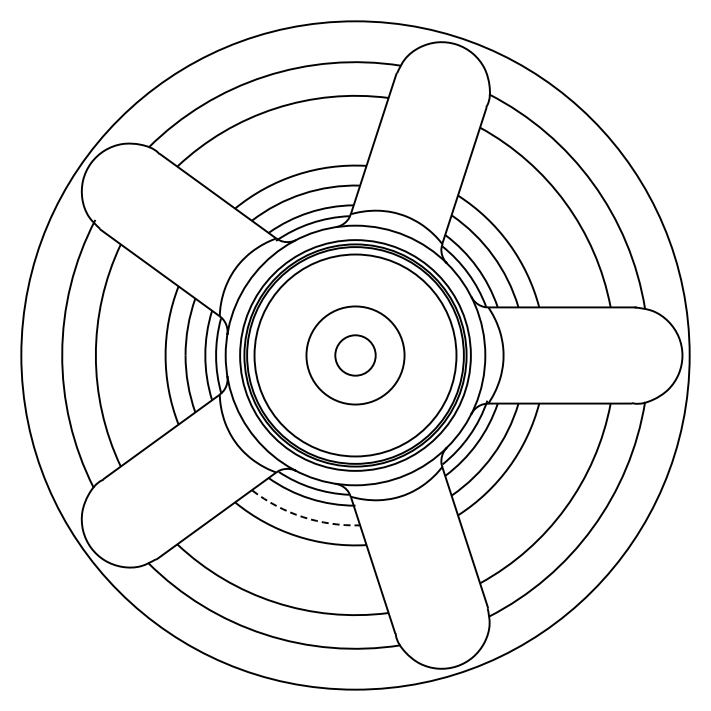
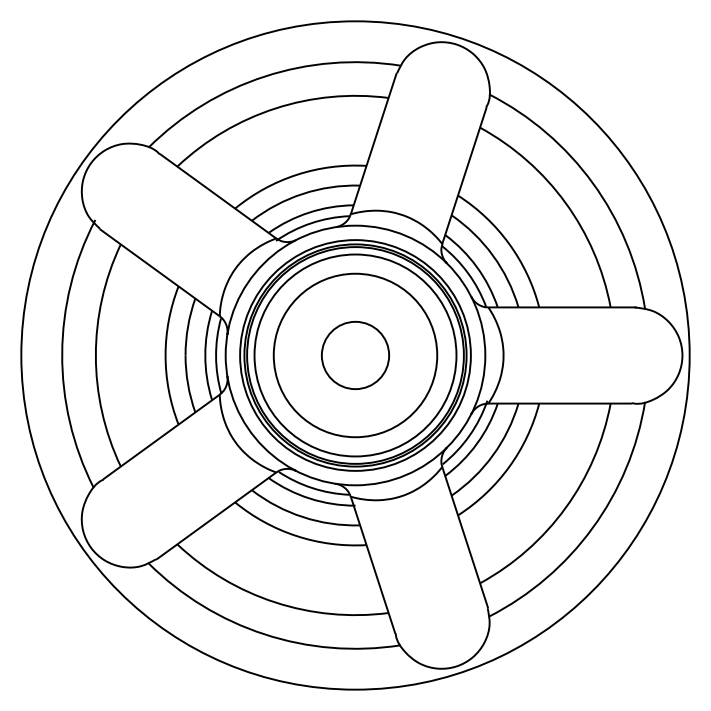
circle at (355, 355) diameter: 40 px -> 67 px
circle at (355, 355) diameter: 98 px -> 163 px
arc at (302, 517): dashed -> solid
